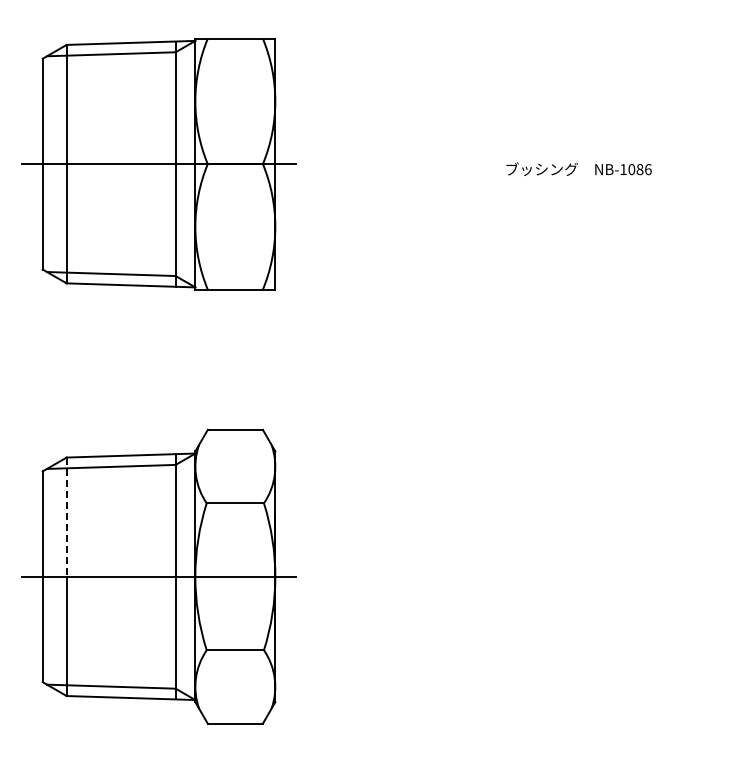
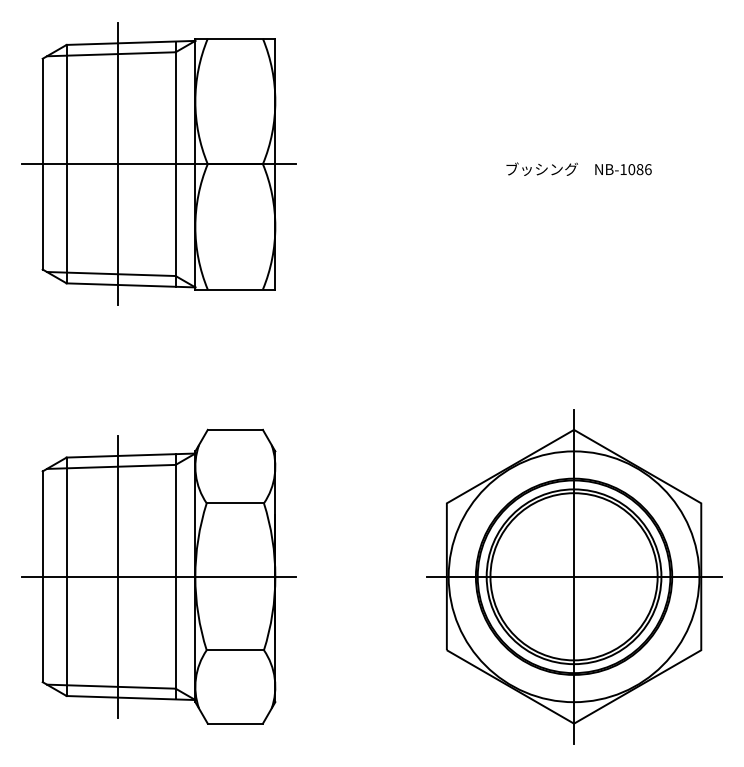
line at (118, 164): none -> present
line at (66, 517): dashed -> solid
line at (118, 576): none -> present
part at (574, 576): none -> present
